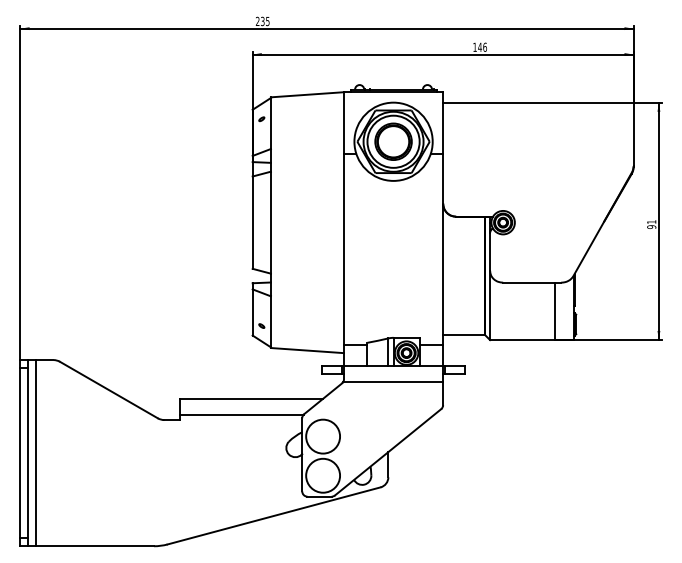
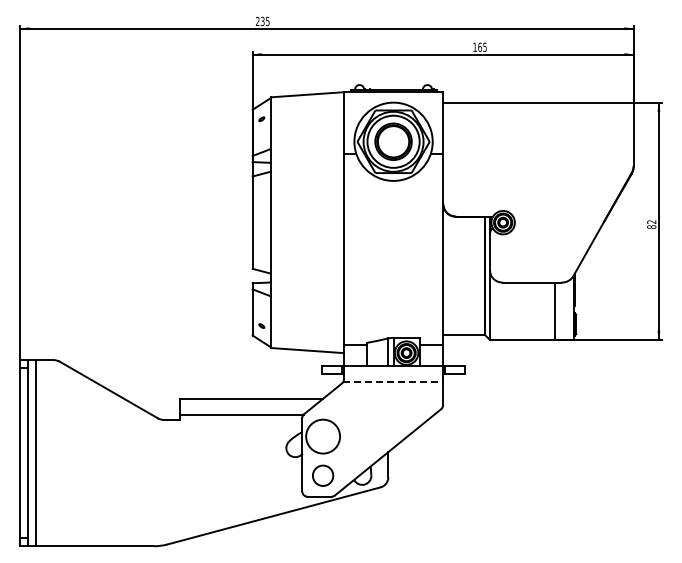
text at (482, 46): 146 -> 165
text at (651, 224): 91 -> 82
line at (393, 381): solid -> dashed
circle at (323, 475) diameter: 34 px -> 20 px
